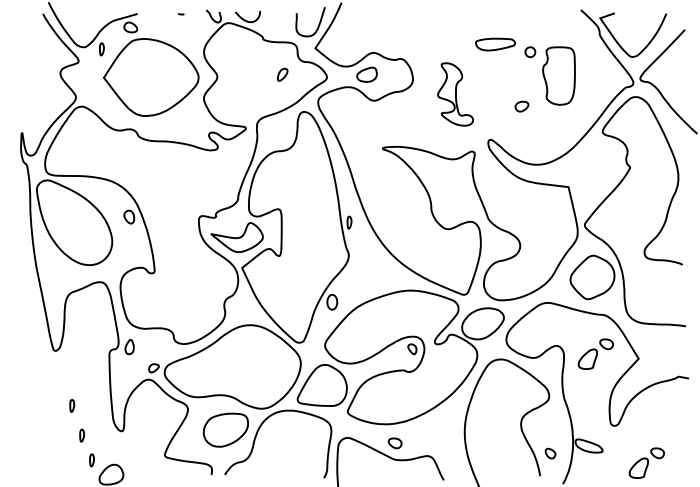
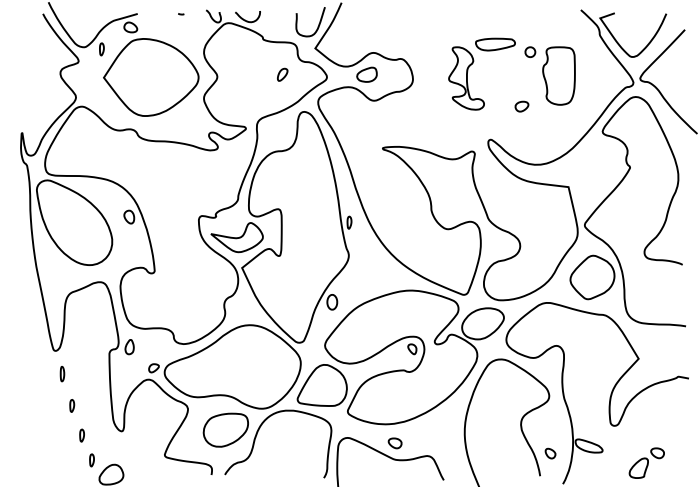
part at (455, 94) position: (455, 94) -> (466, 78)
part at (595, 353): present -> none
part at (62, 374): none -> present
